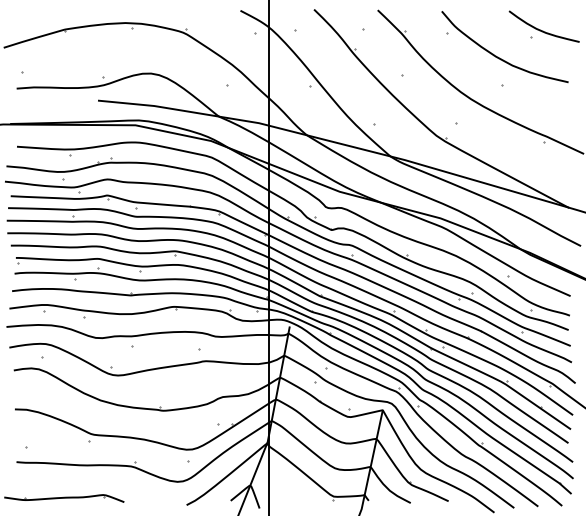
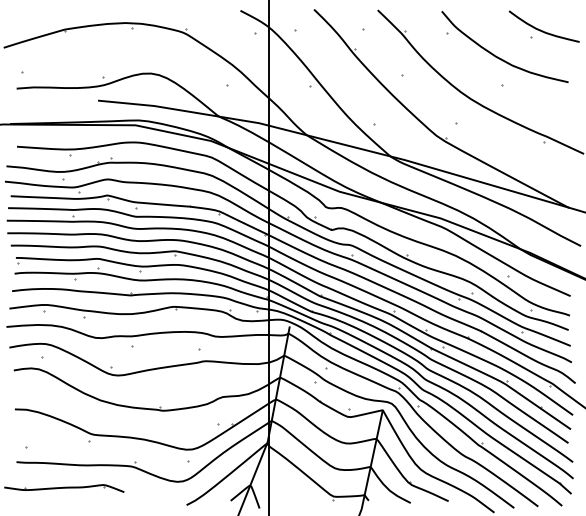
part at (64, 498) position: (64, 498) -> (64, 488)
